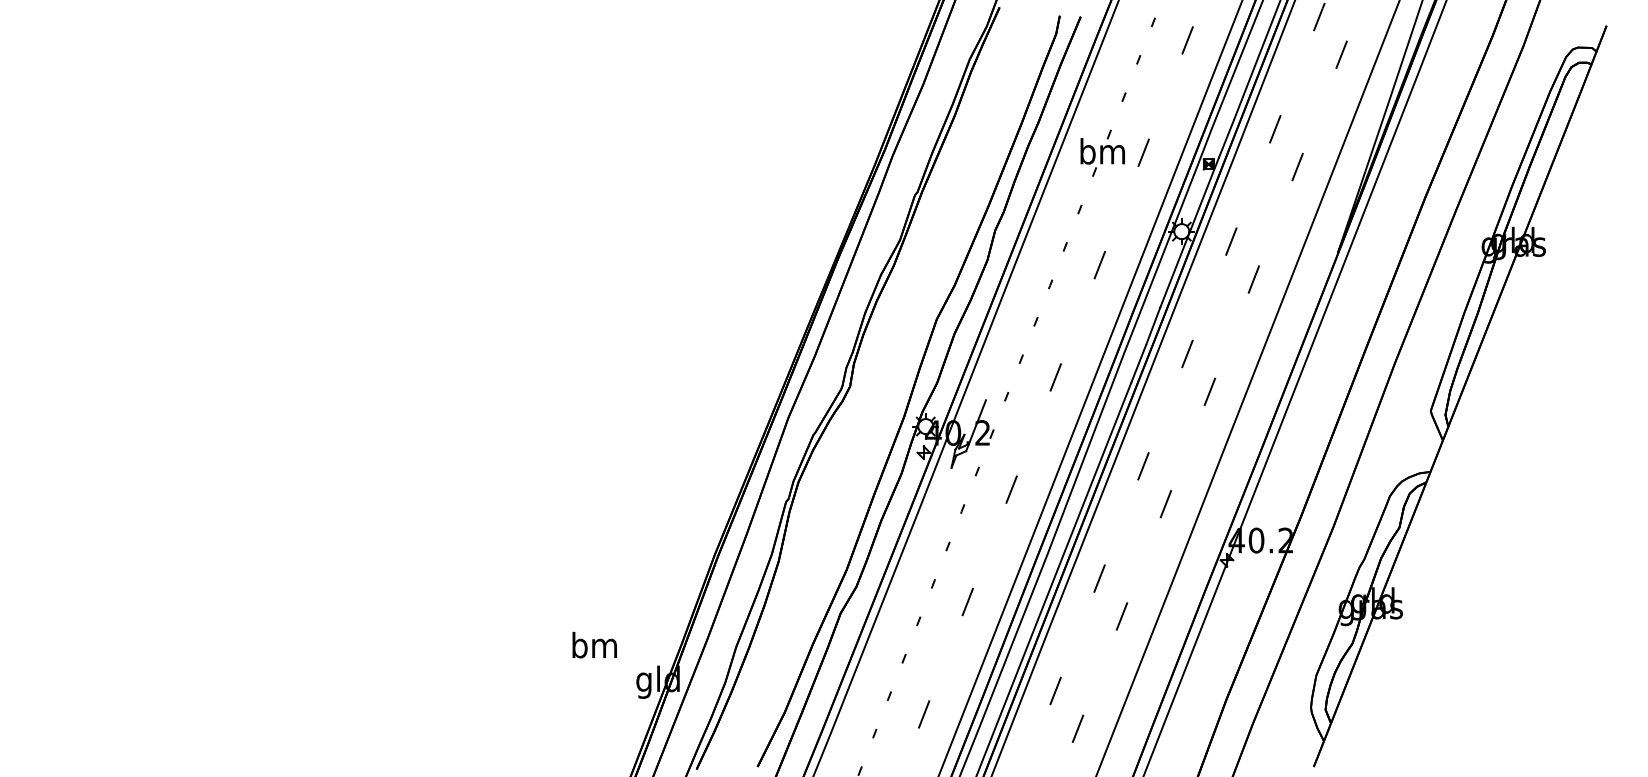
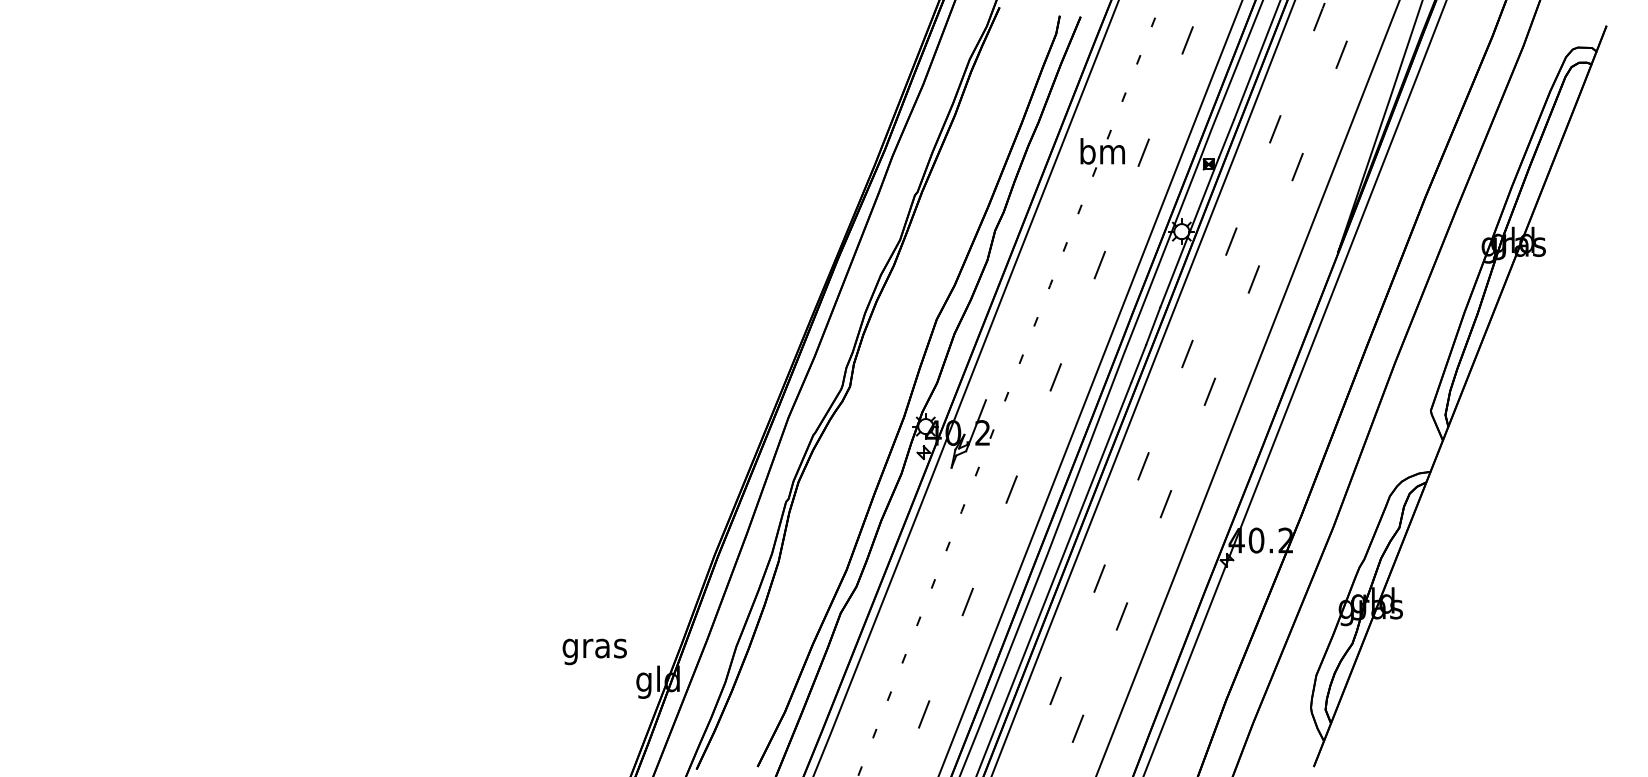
text at (594, 648): bm -> gras
